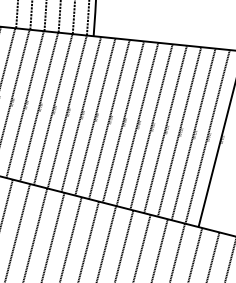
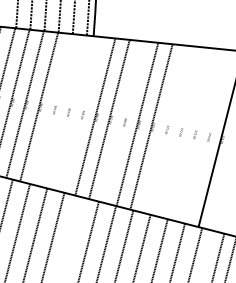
line at (52, 109): present -> none
line at (66, 111): present -> none
line at (81, 114): present -> none
line at (123, 121): present -> none
line at (165, 129): present -> none
line at (179, 131): present -> none
line at (193, 134): present -> none
line at (207, 136): present -> none
line at (70, 238): present -> none
line at (213, 255) position: (213, 255) -> (218, 256)
